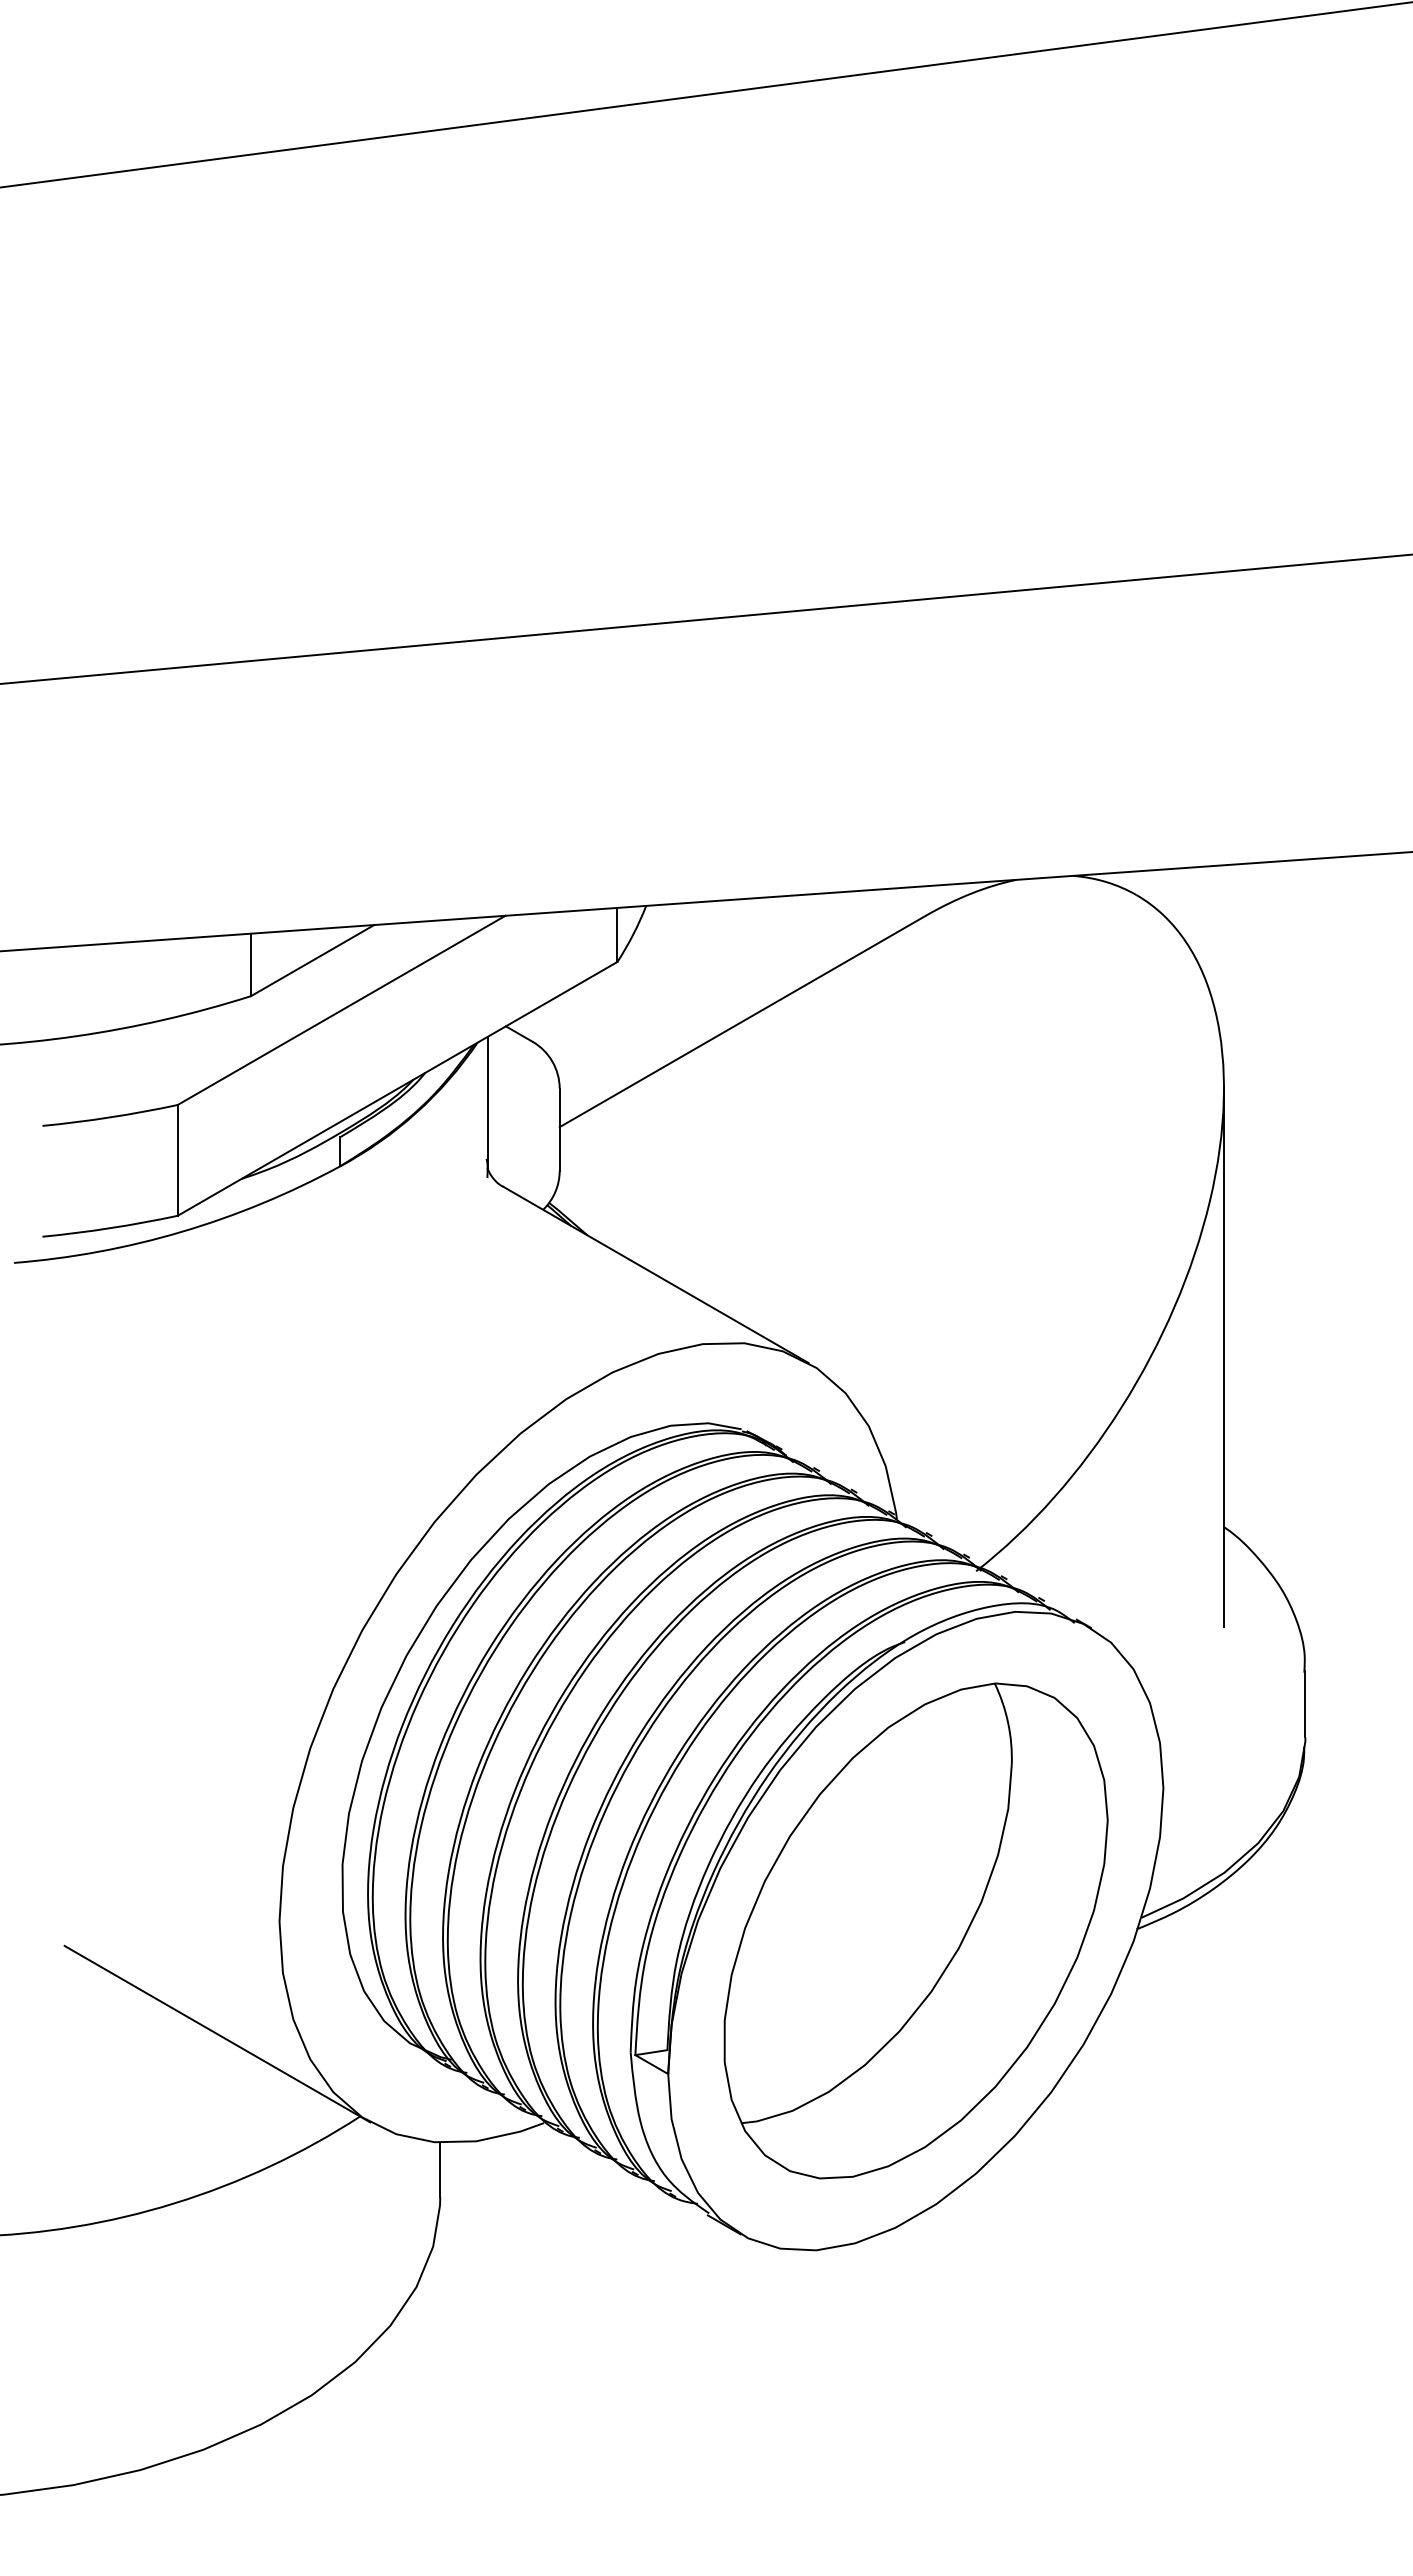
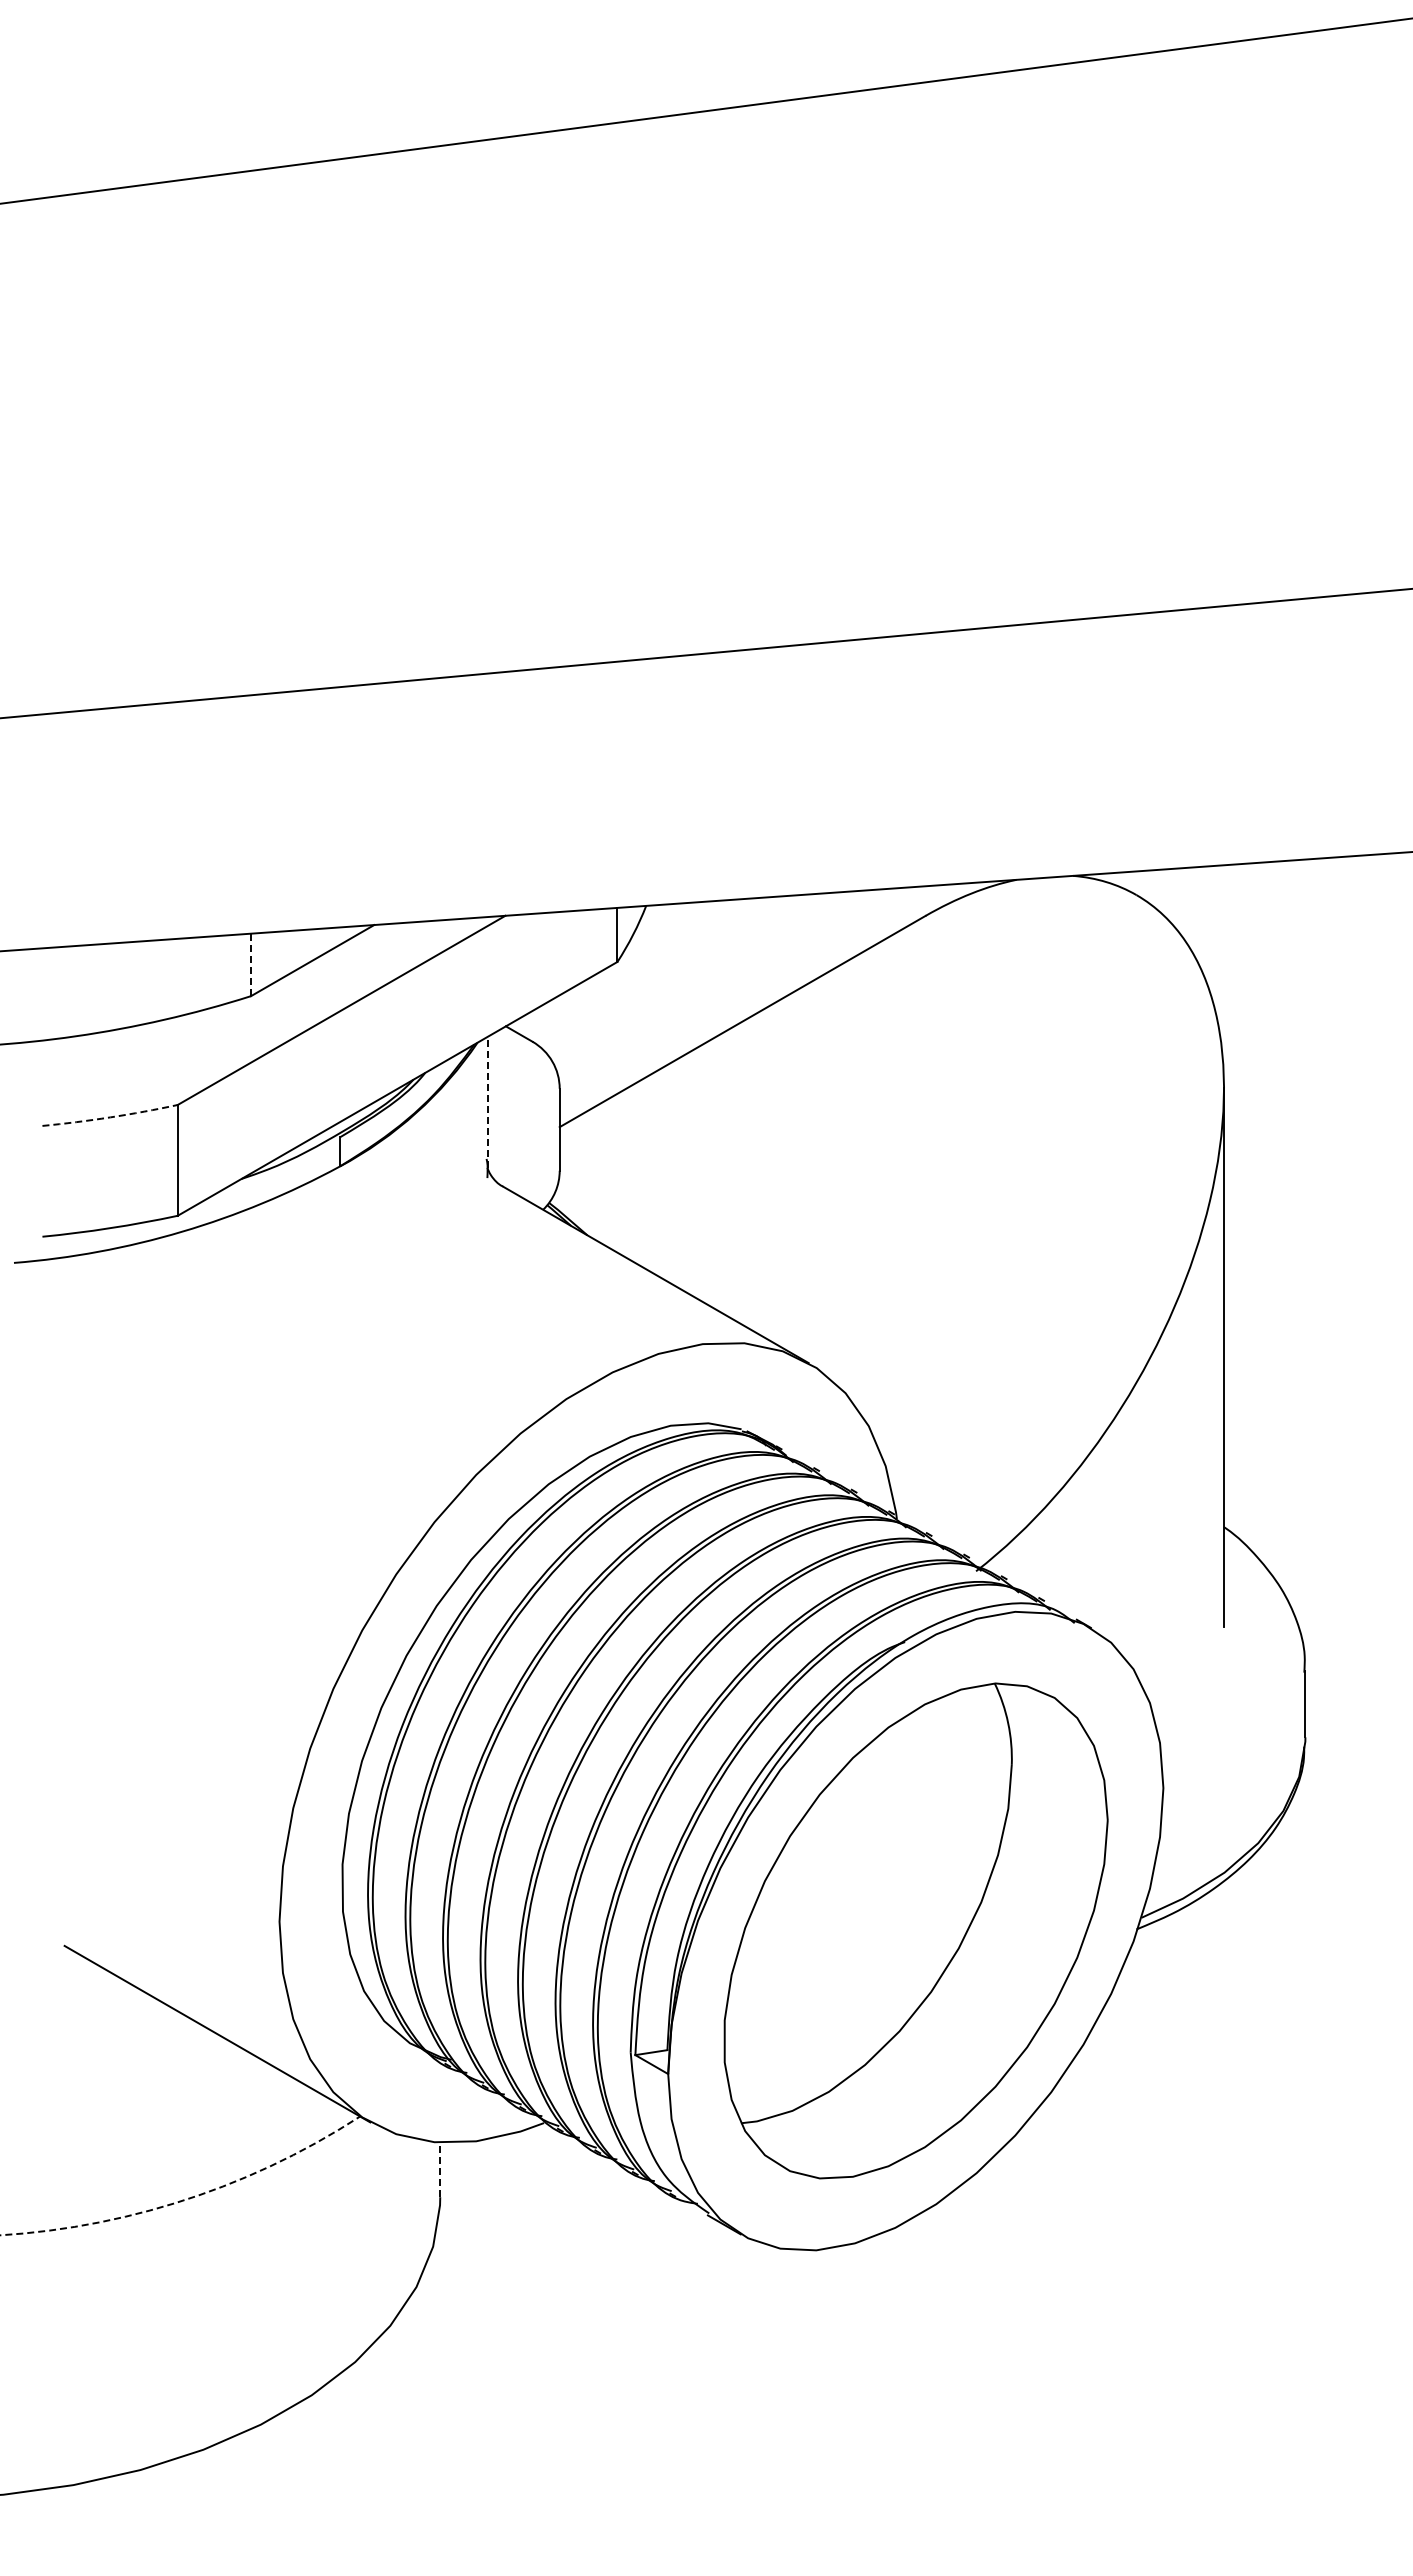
line at (705, 94) position: (705, 94) -> (705, 110)
line at (705, 618) position: (705, 618) -> (705, 653)
line at (251, 965): solid -> dashed
line at (487, 1102): solid -> dashed
arc at (110, 1117): solid -> dashed
line at (440, 2169): solid -> dashed
arc at (187, 2199): solid -> dashed
